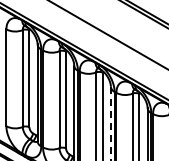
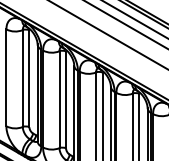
line at (134, 19): none -> present
line at (125, 24): none -> present
line at (110, 123): dashed -> solid
